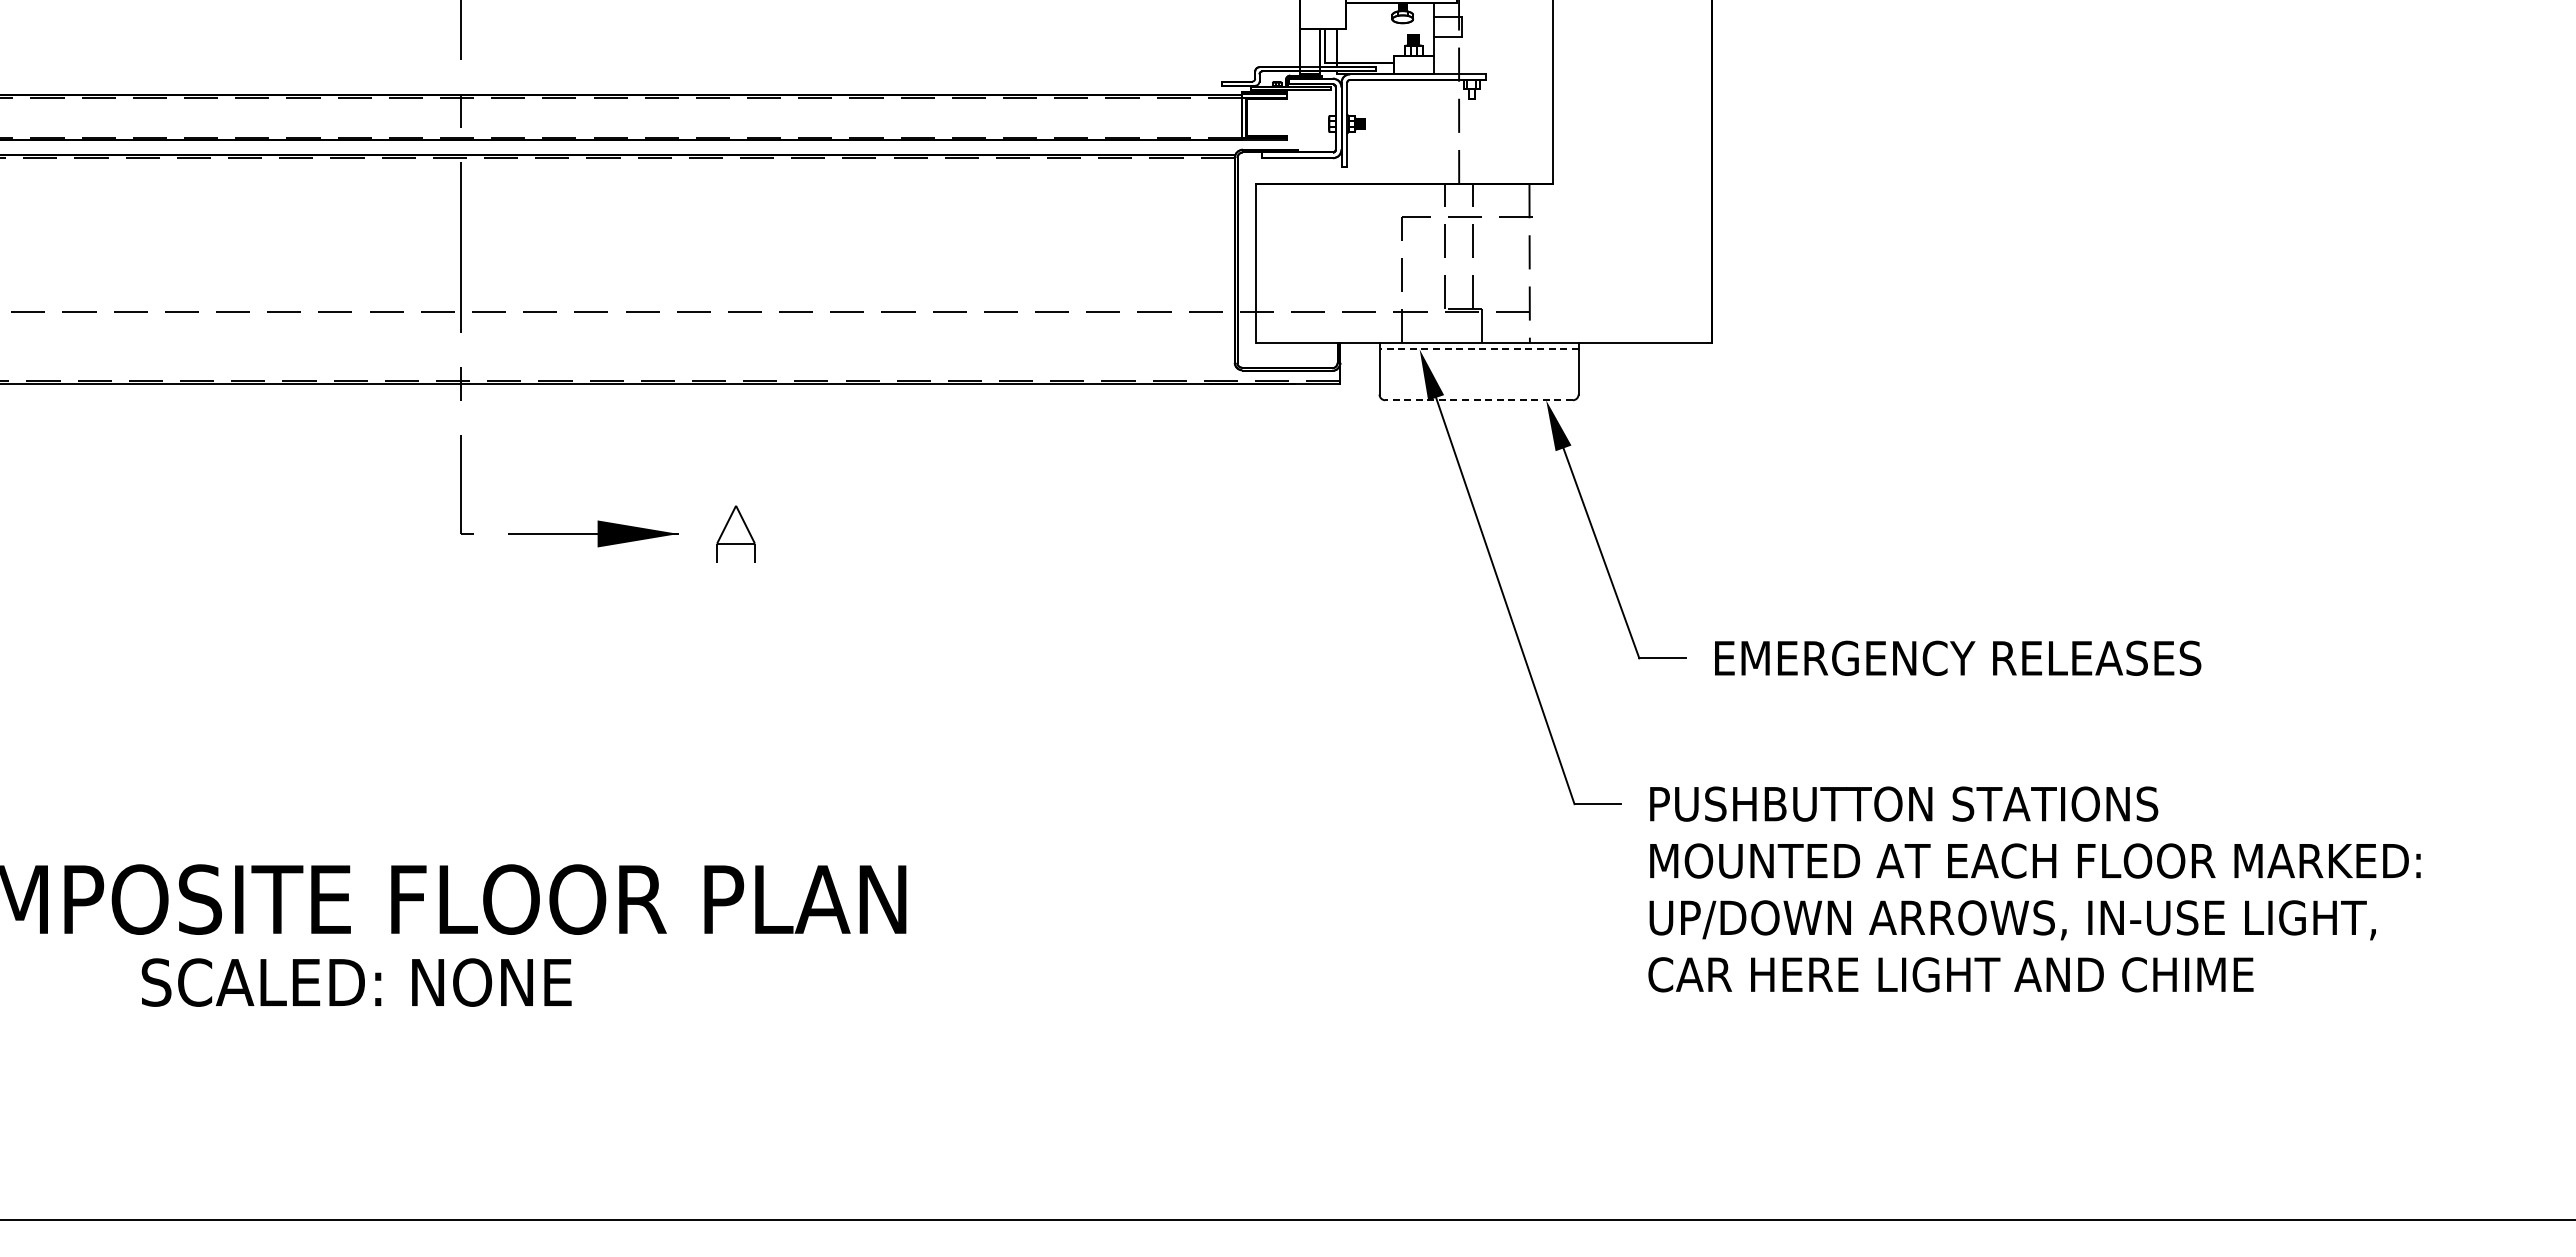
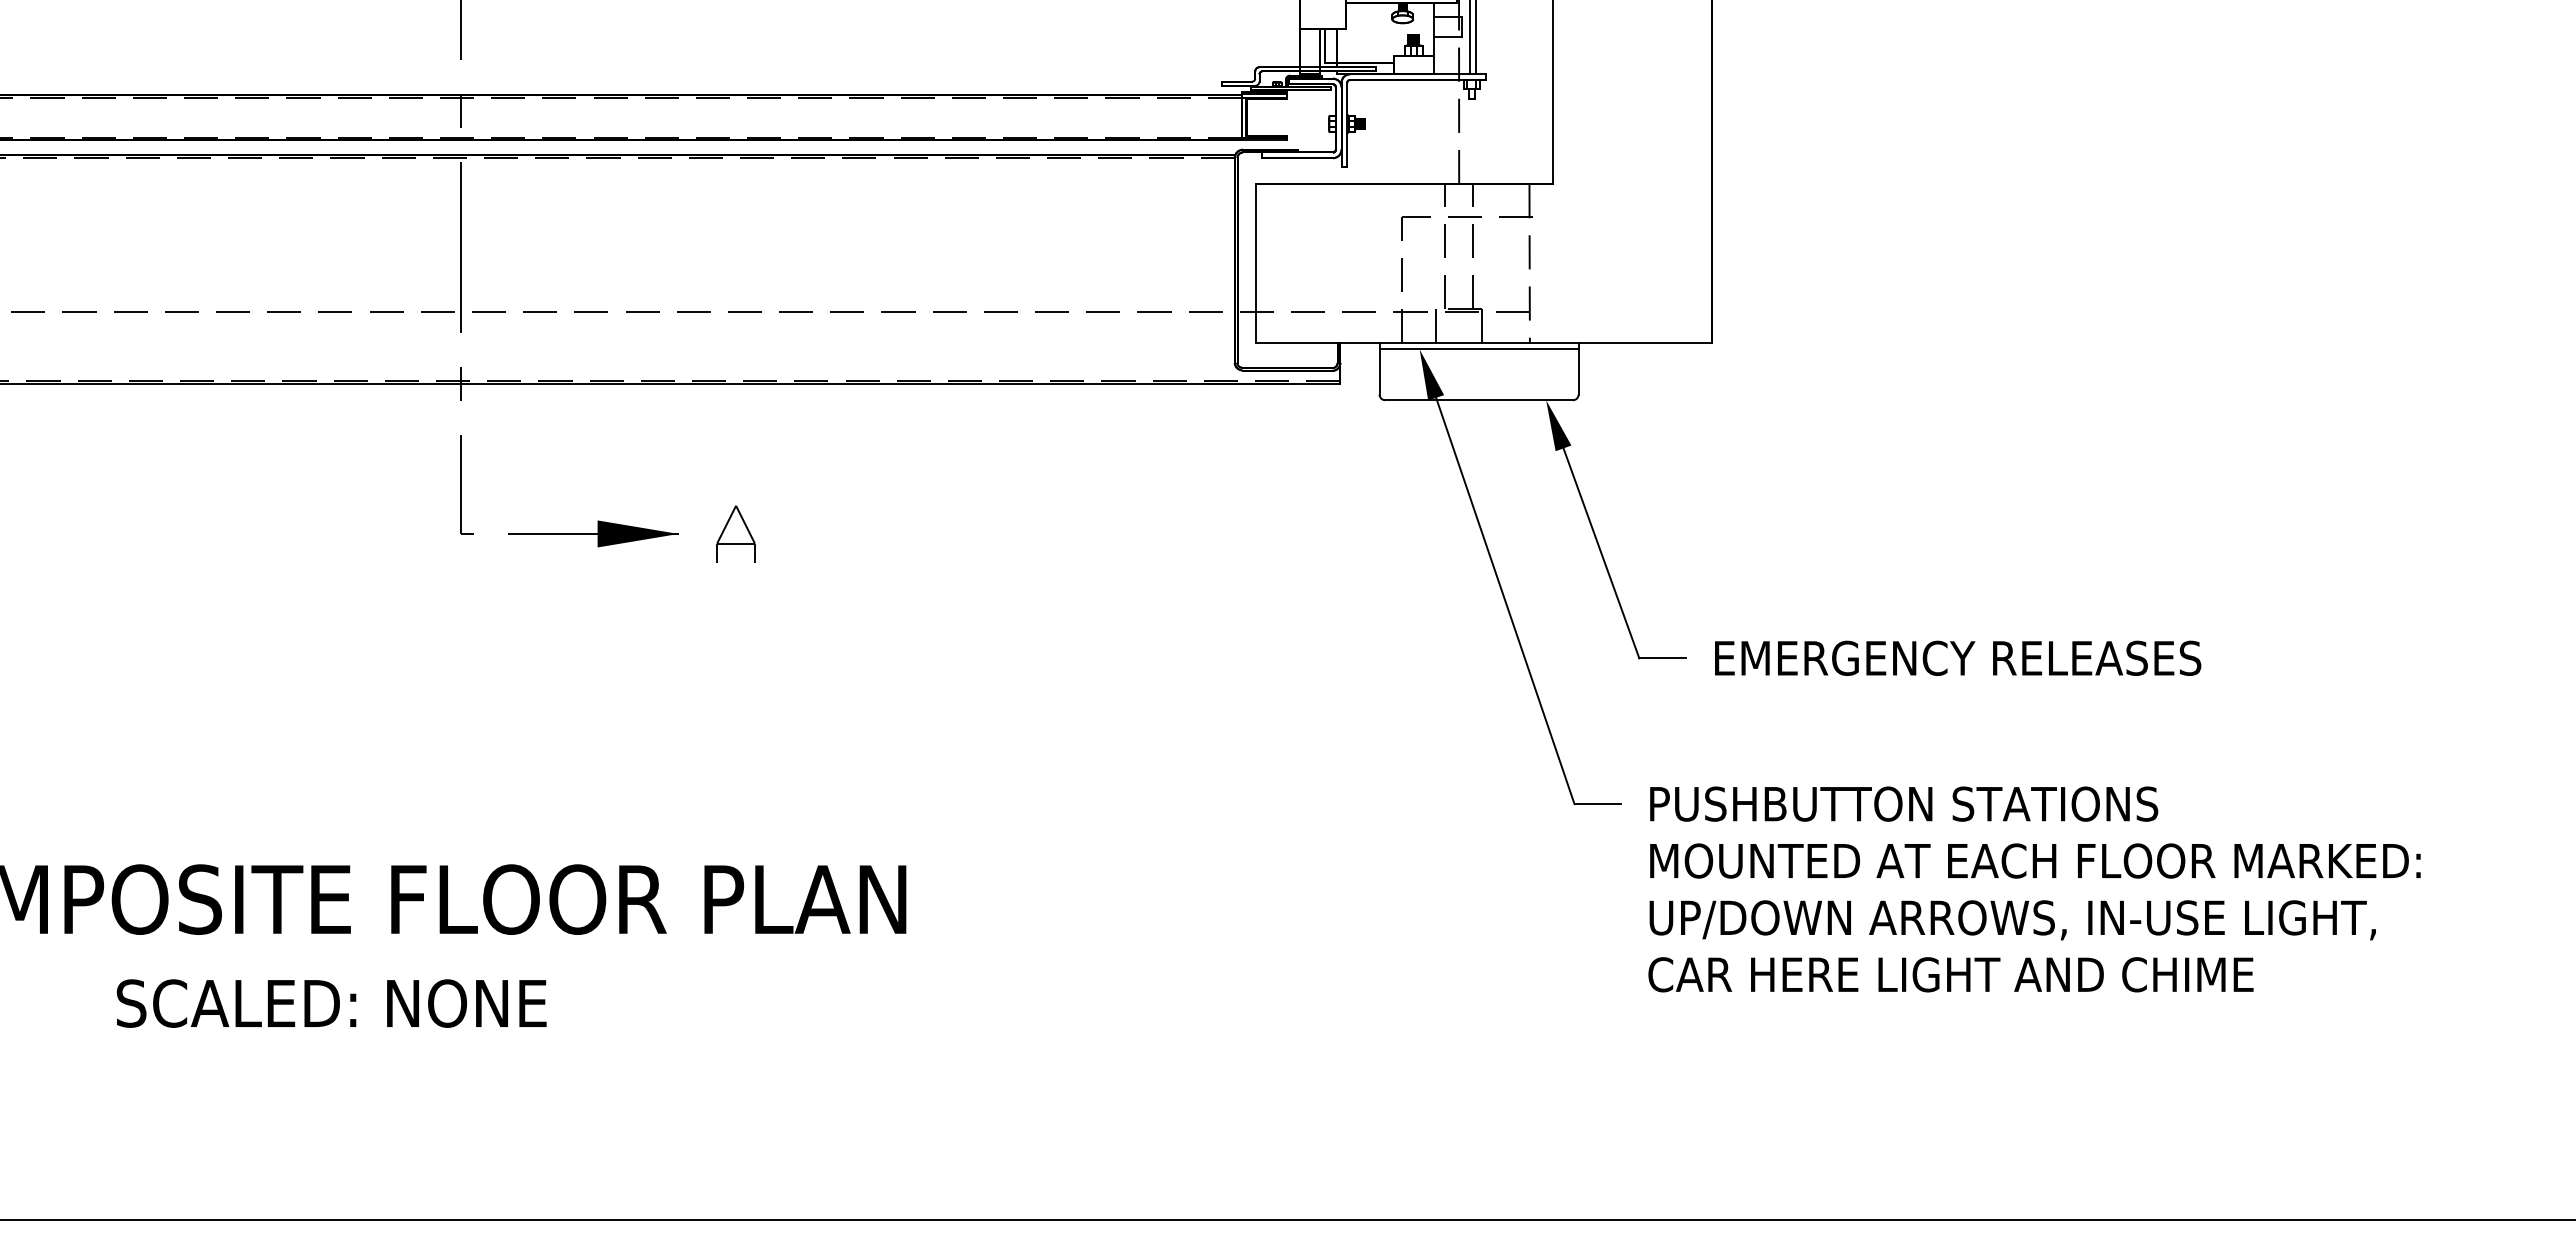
line at (1470, 38): none -> present
line at (1475, 38): none -> present
line at (1436, 326): none -> present
line at (1479, 349): dashed -> solid
line at (1479, 400): dashed -> solid
text at (356, 982) position: (356, 982) -> (331, 1003)
